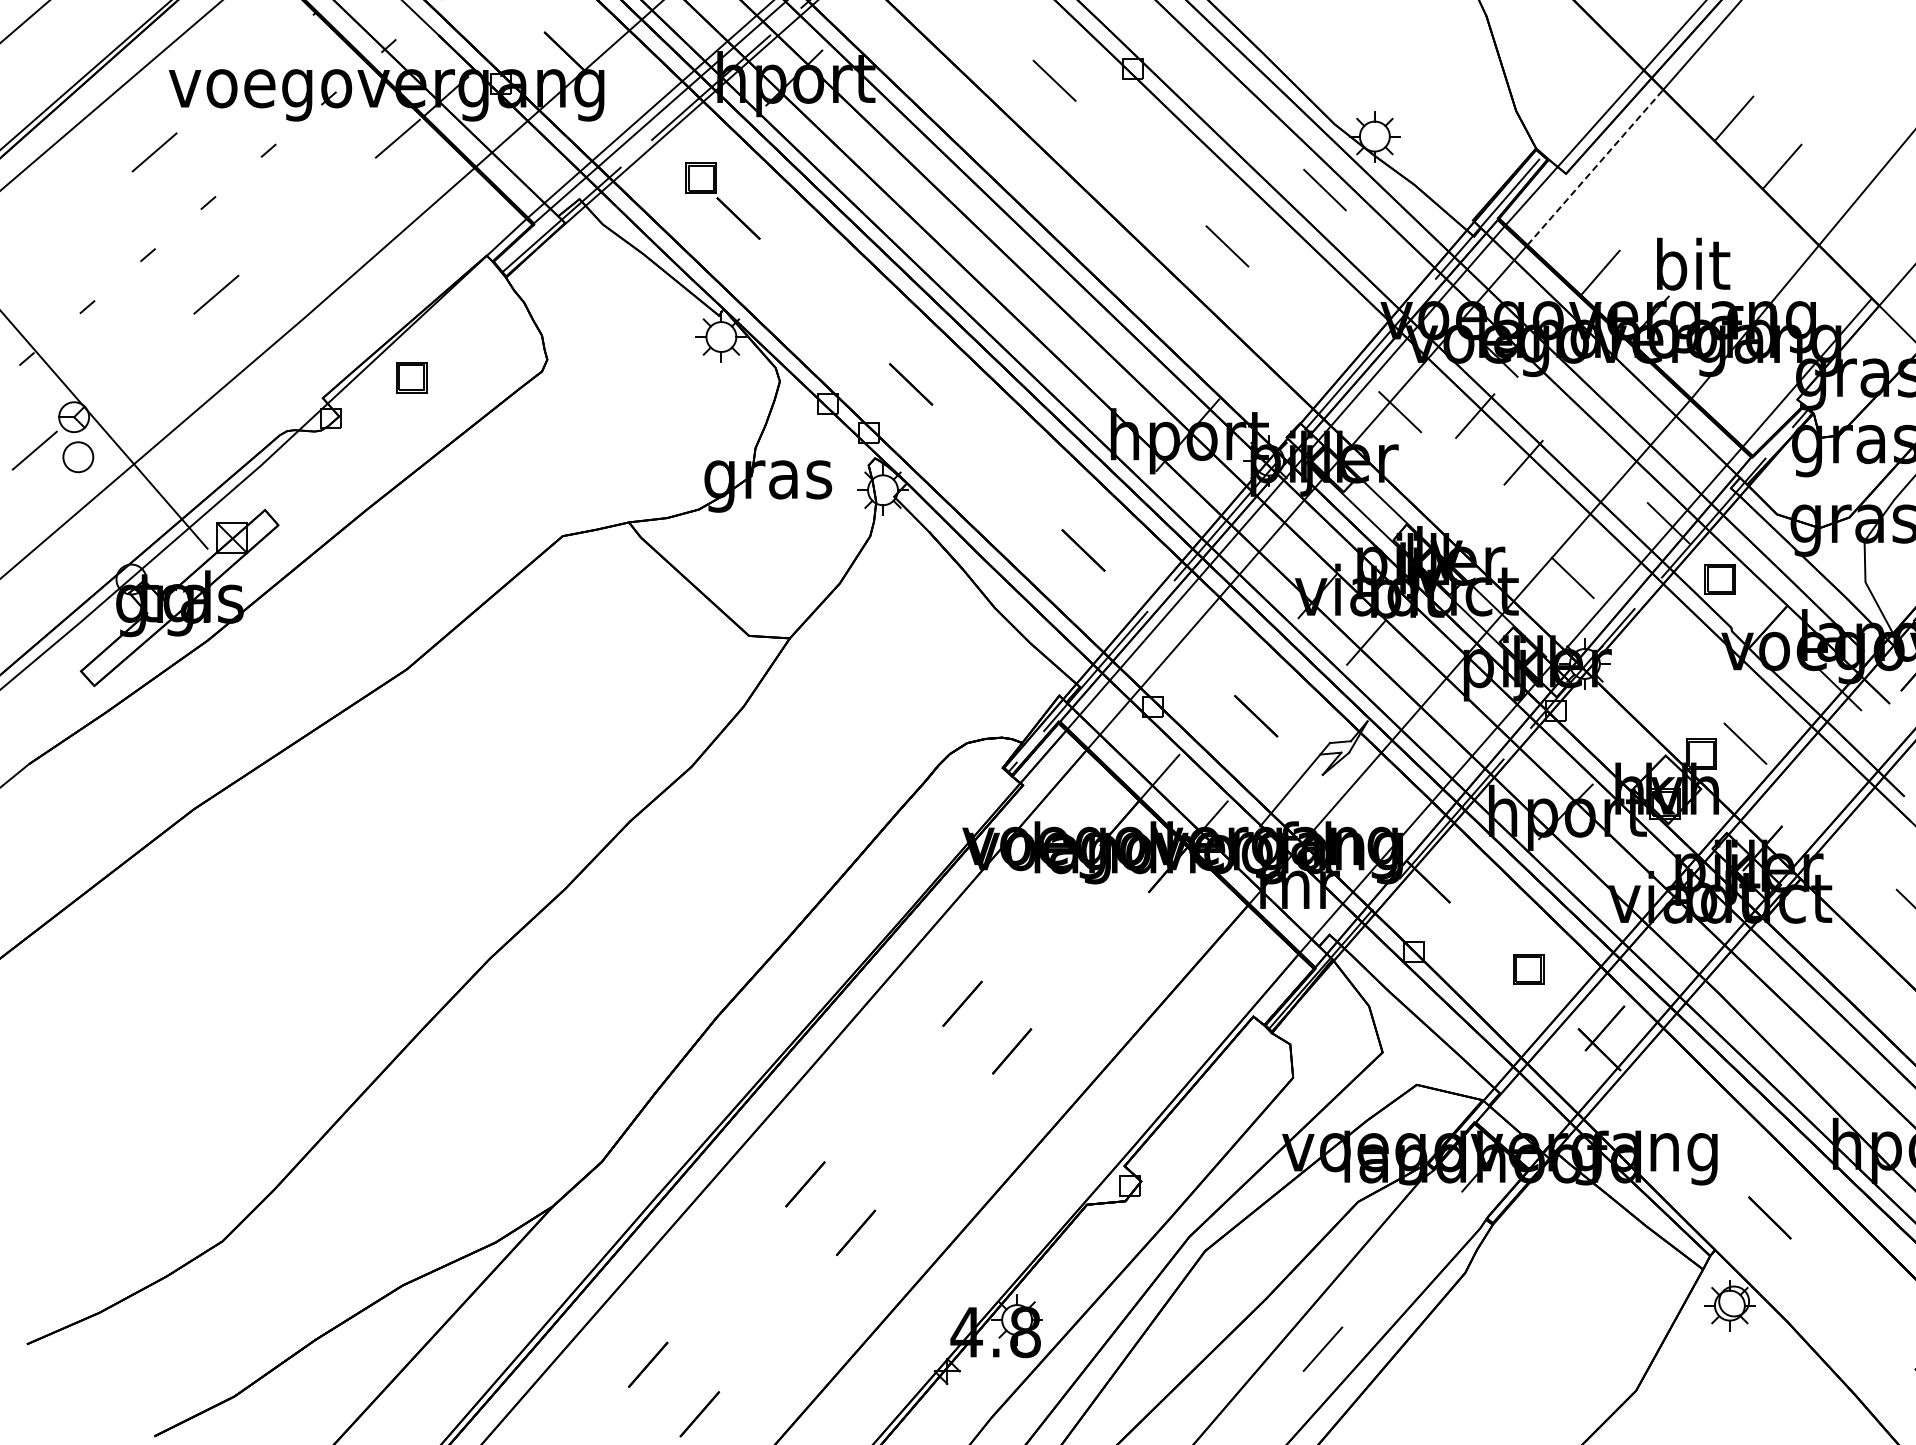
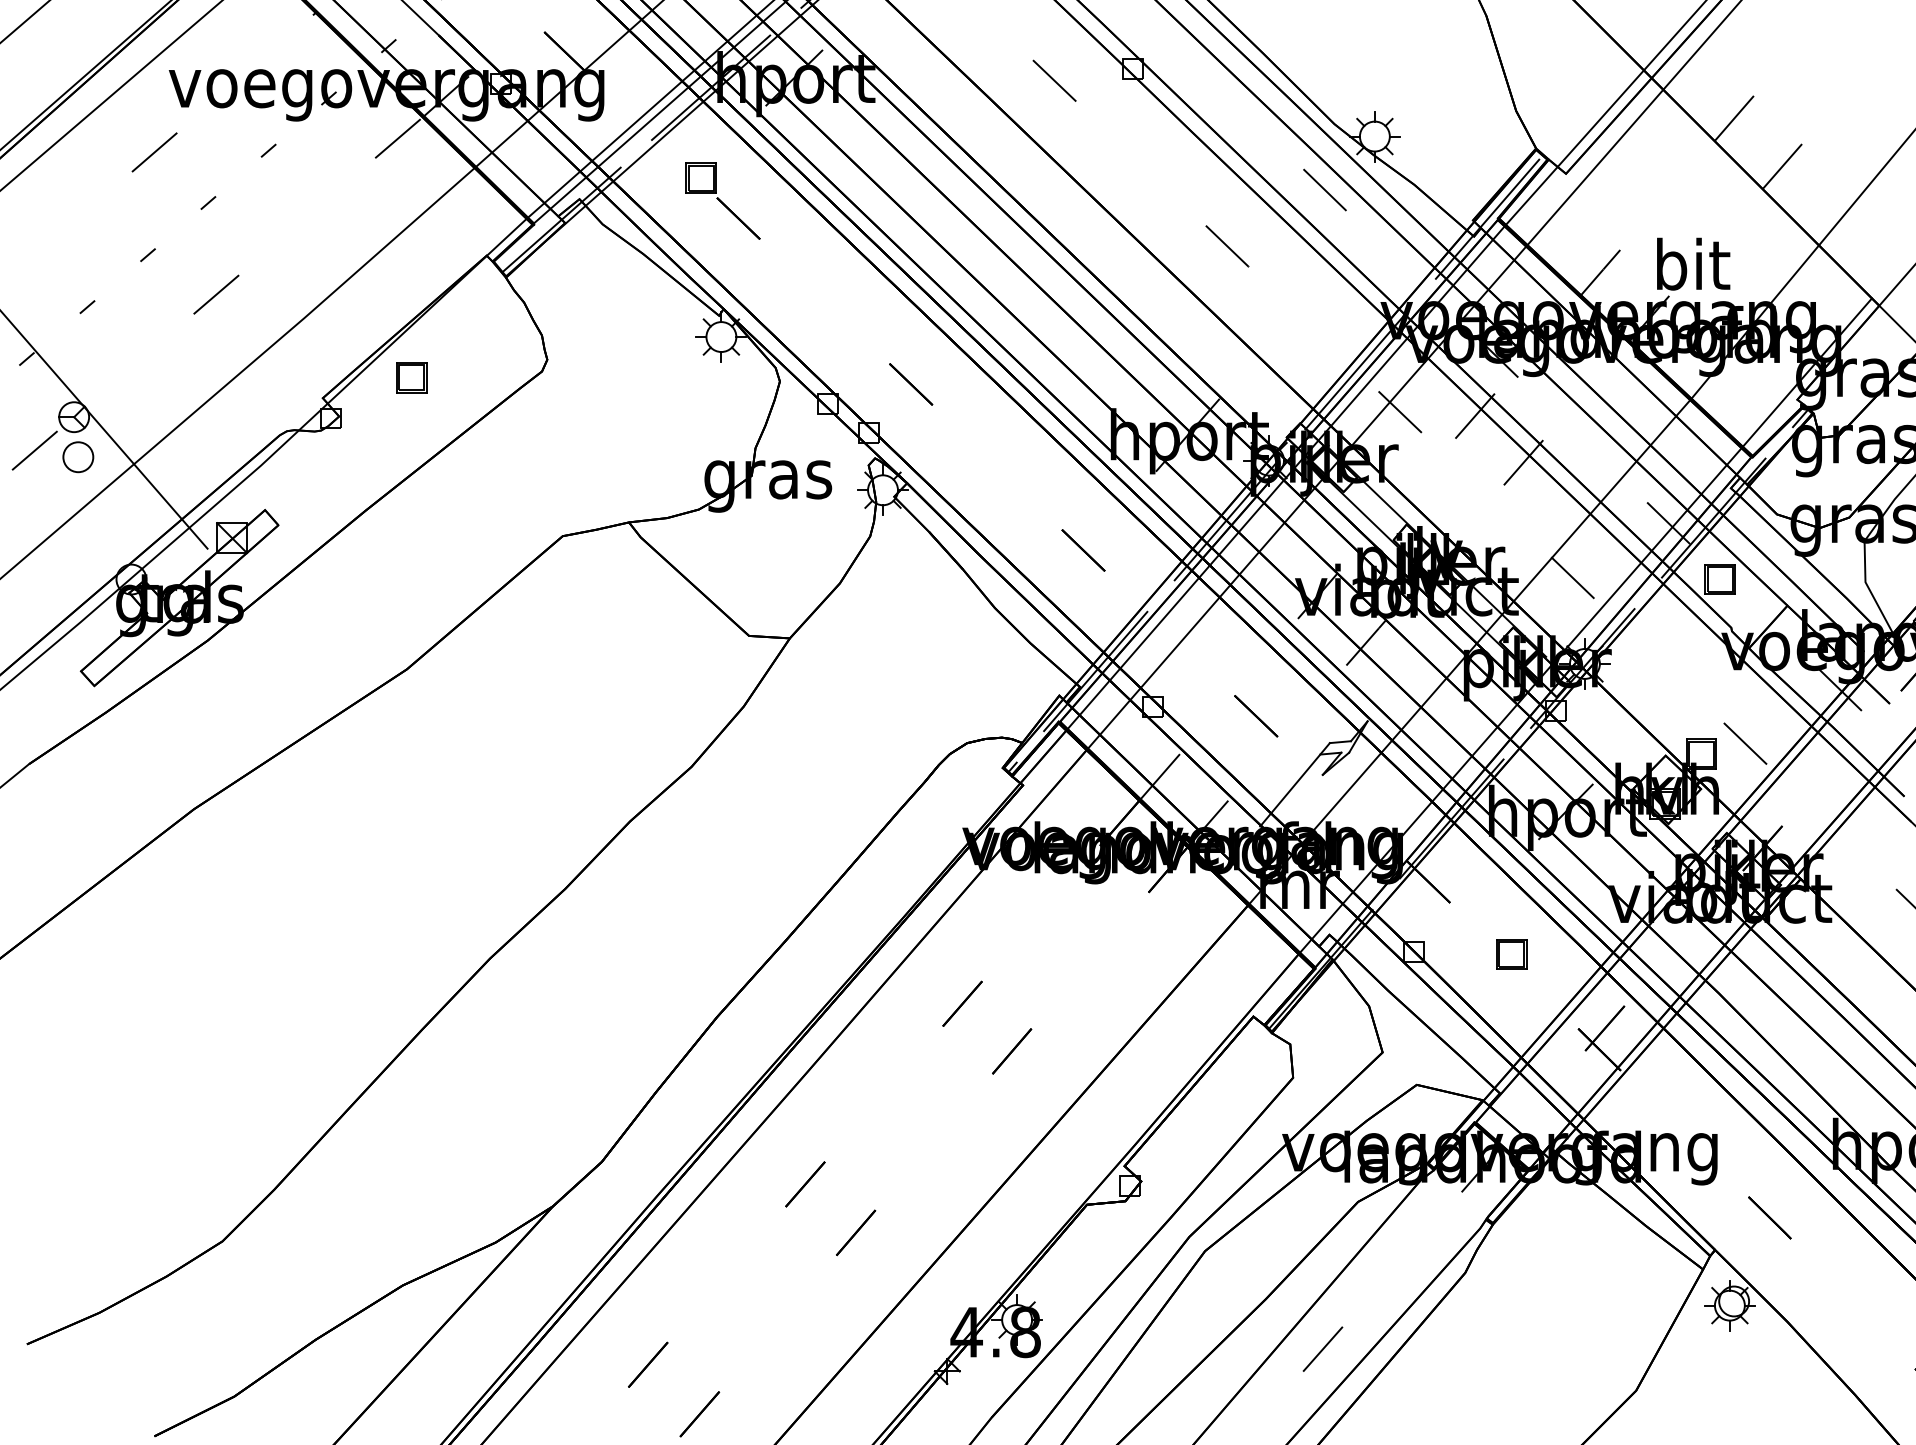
line at (1595, 167): dashed -> solid
part at (1528, 969) position: (1528, 969) -> (1511, 954)
